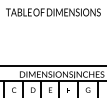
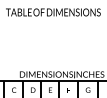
line at (52, 66): present -> none
